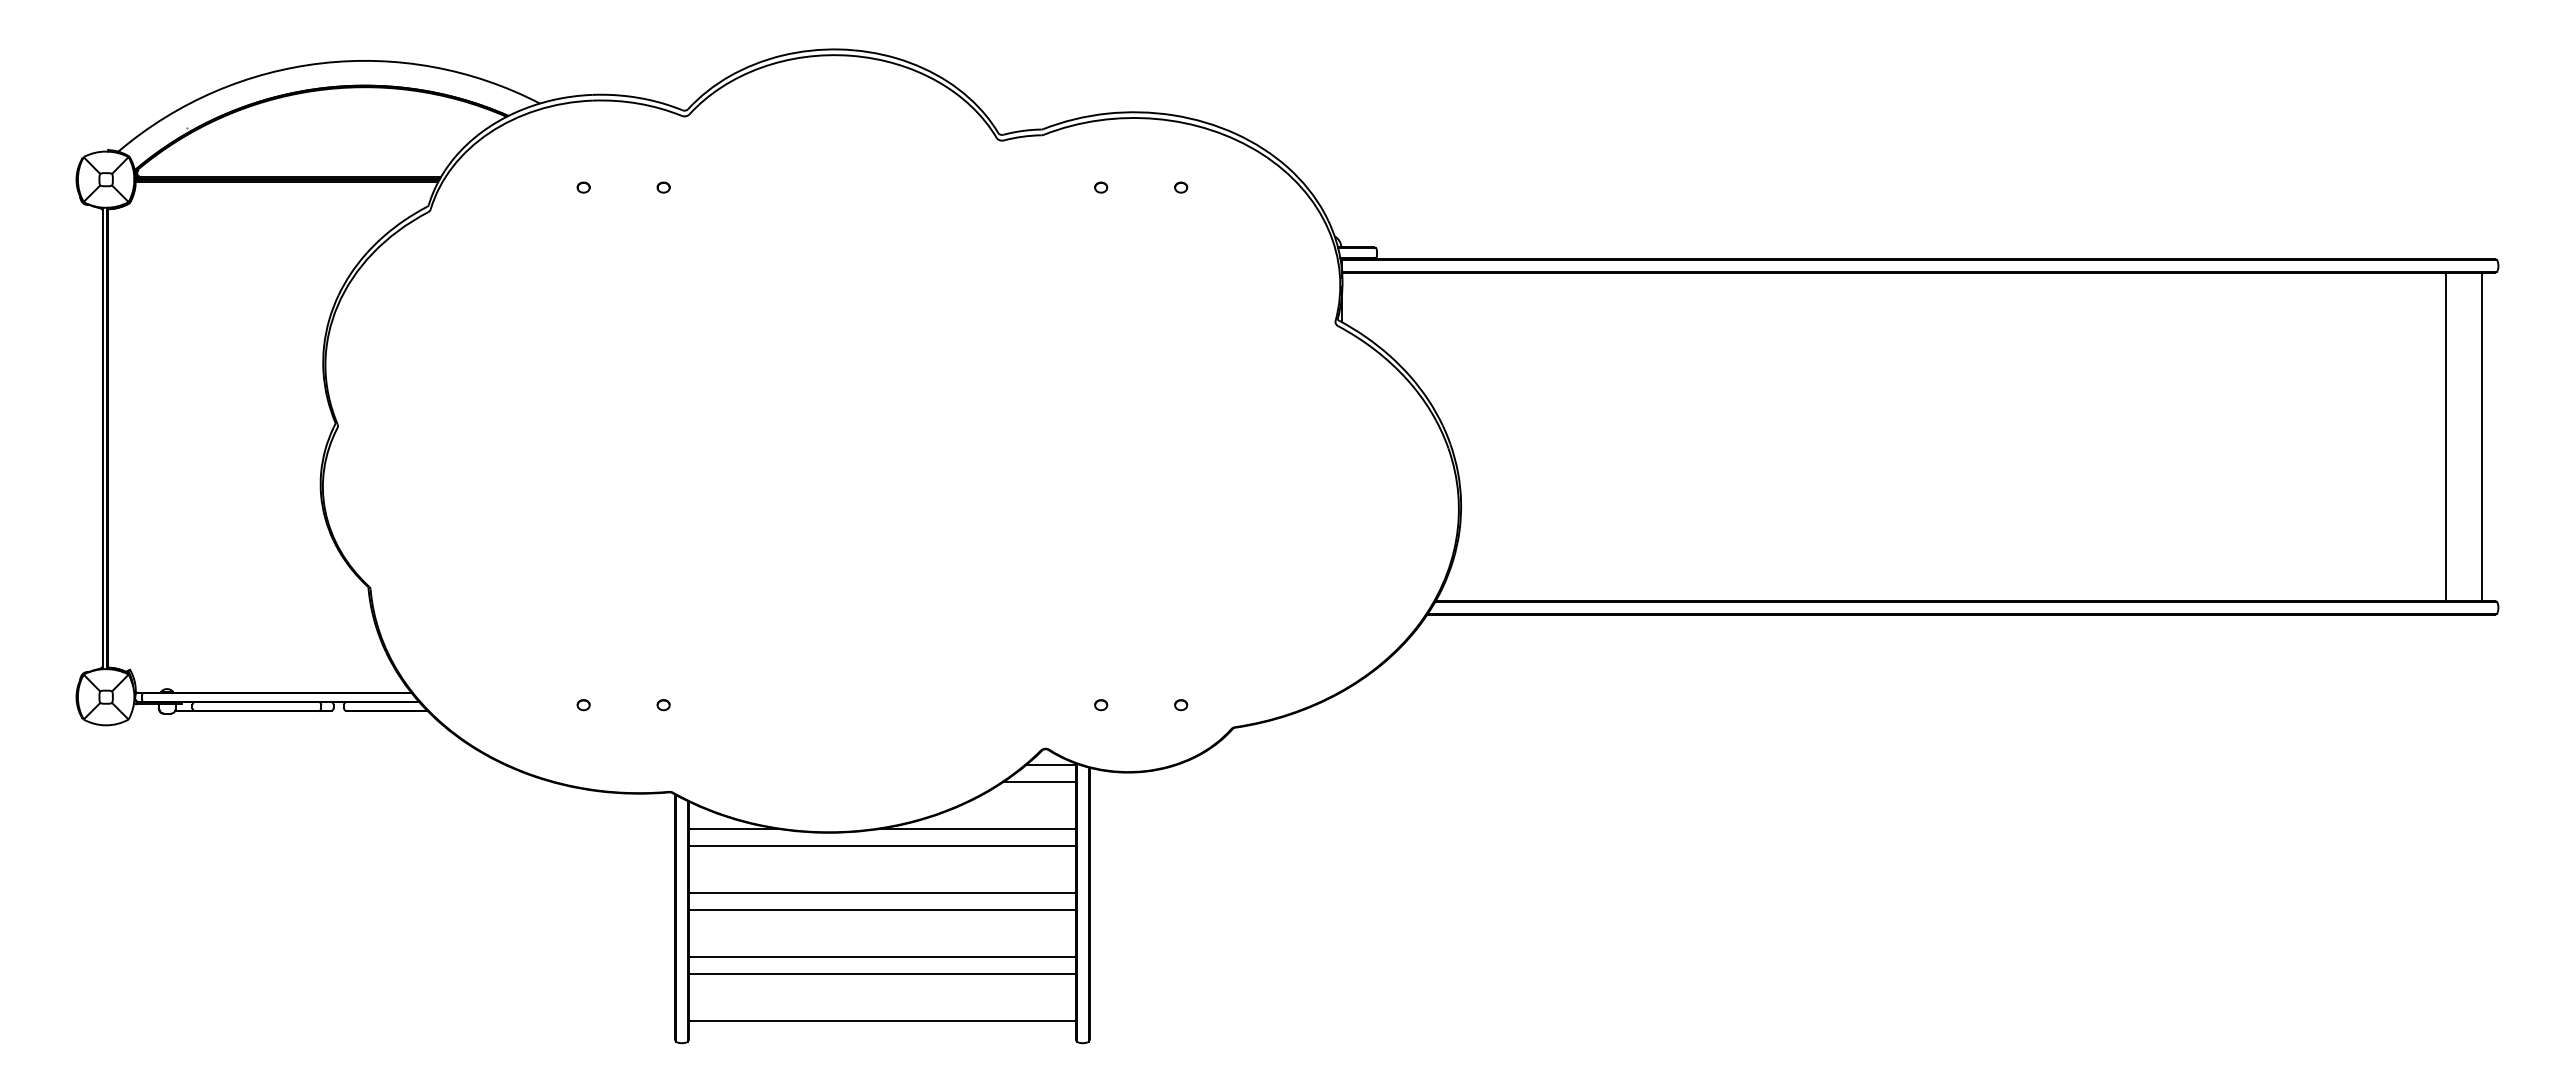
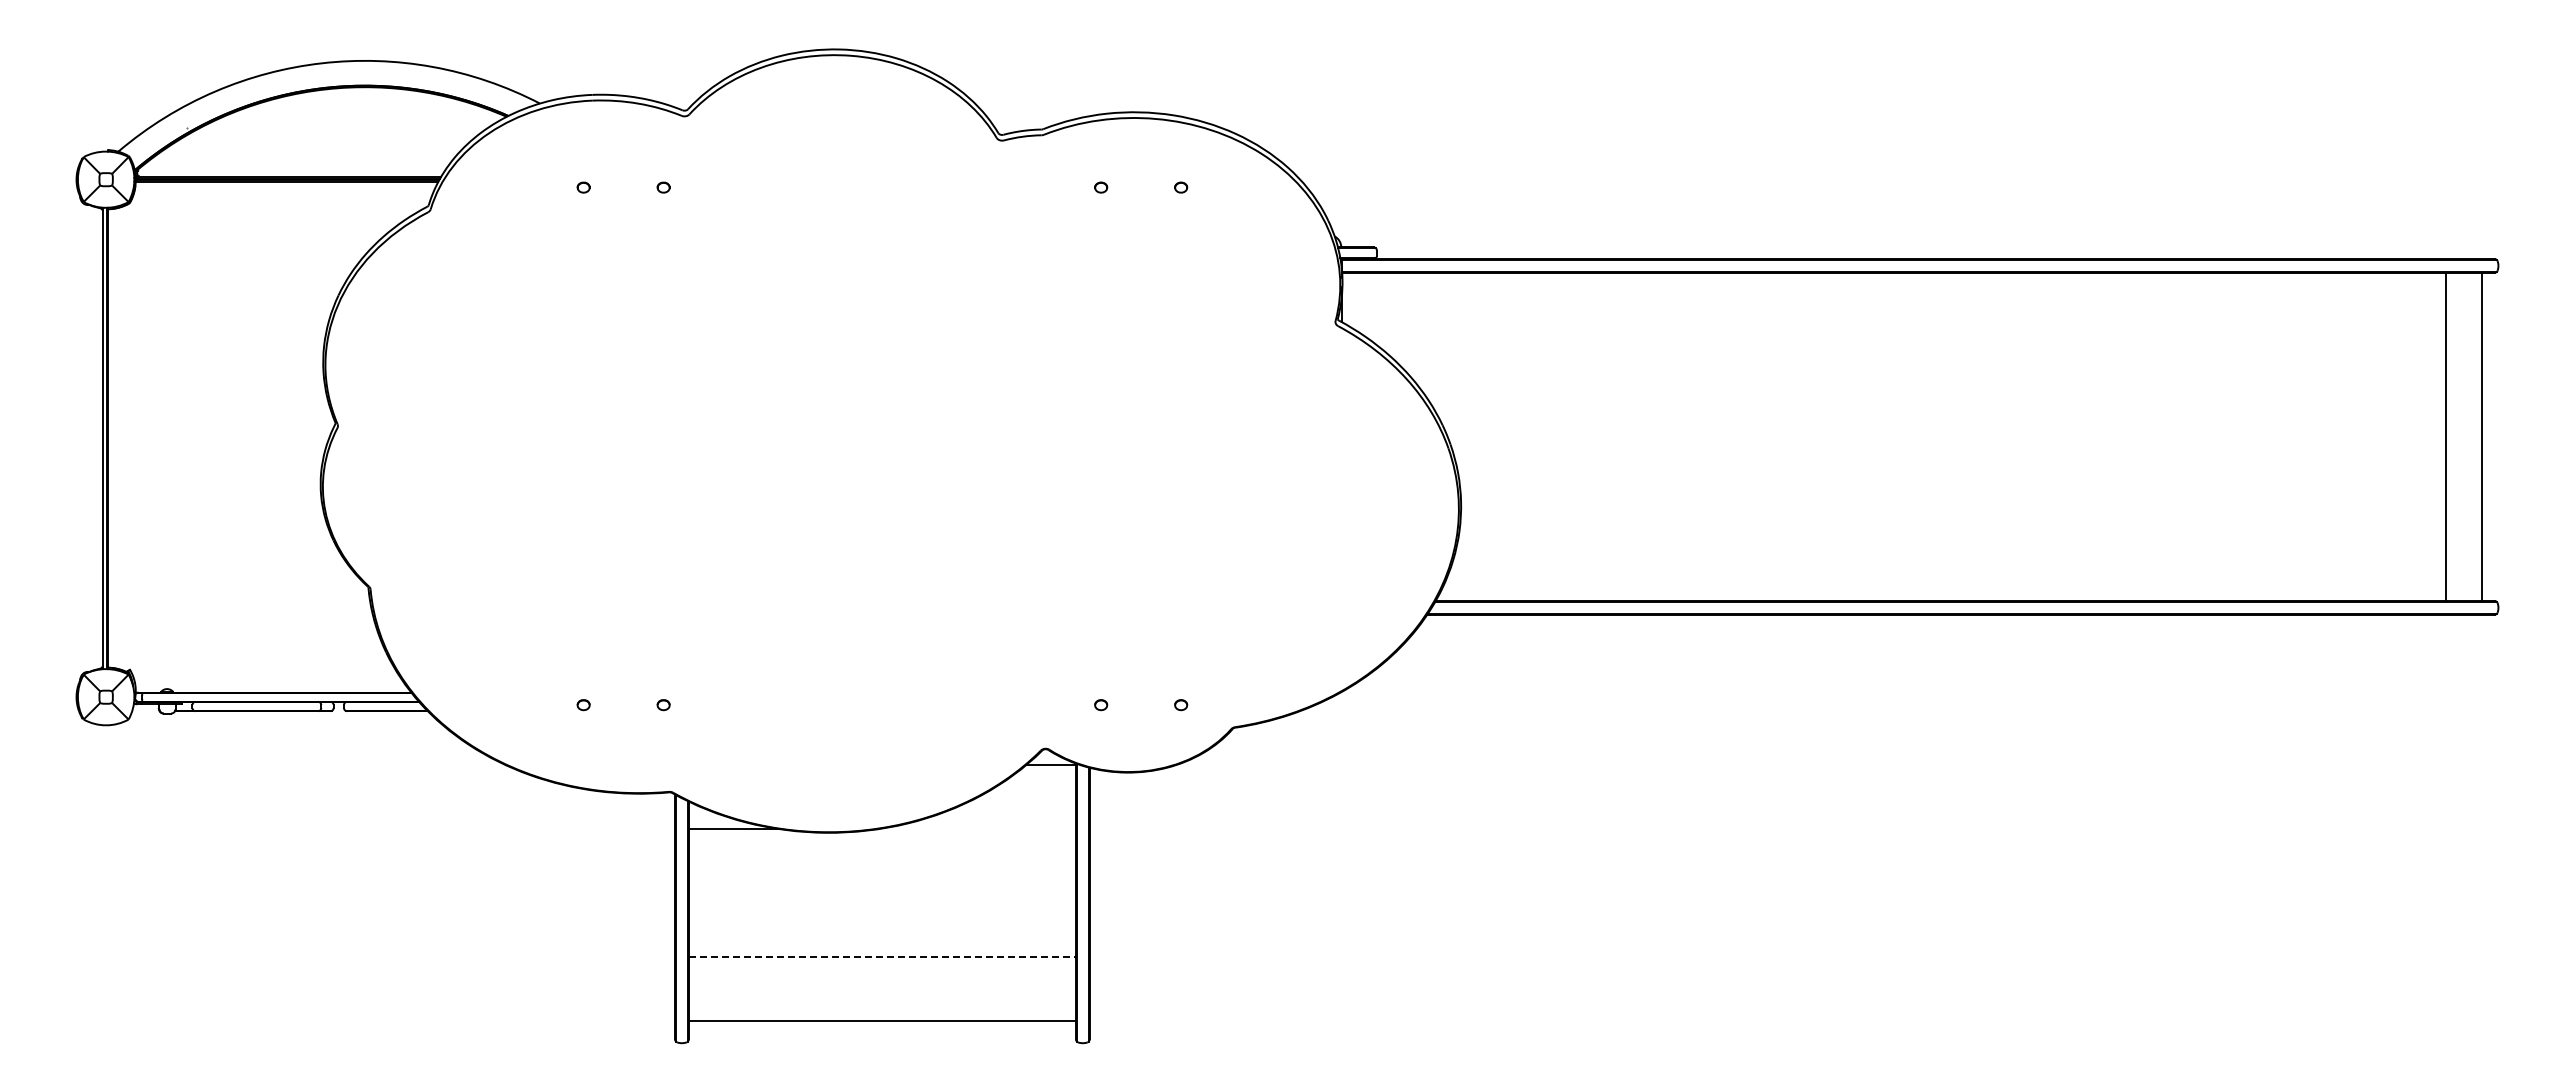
line at (1039, 781): present -> none
line at (978, 828): present -> none
line at (882, 845): present -> none
line at (882, 892): present -> none
line at (882, 909): present -> none
line at (882, 956): solid -> dashed
line at (882, 973): present -> none
